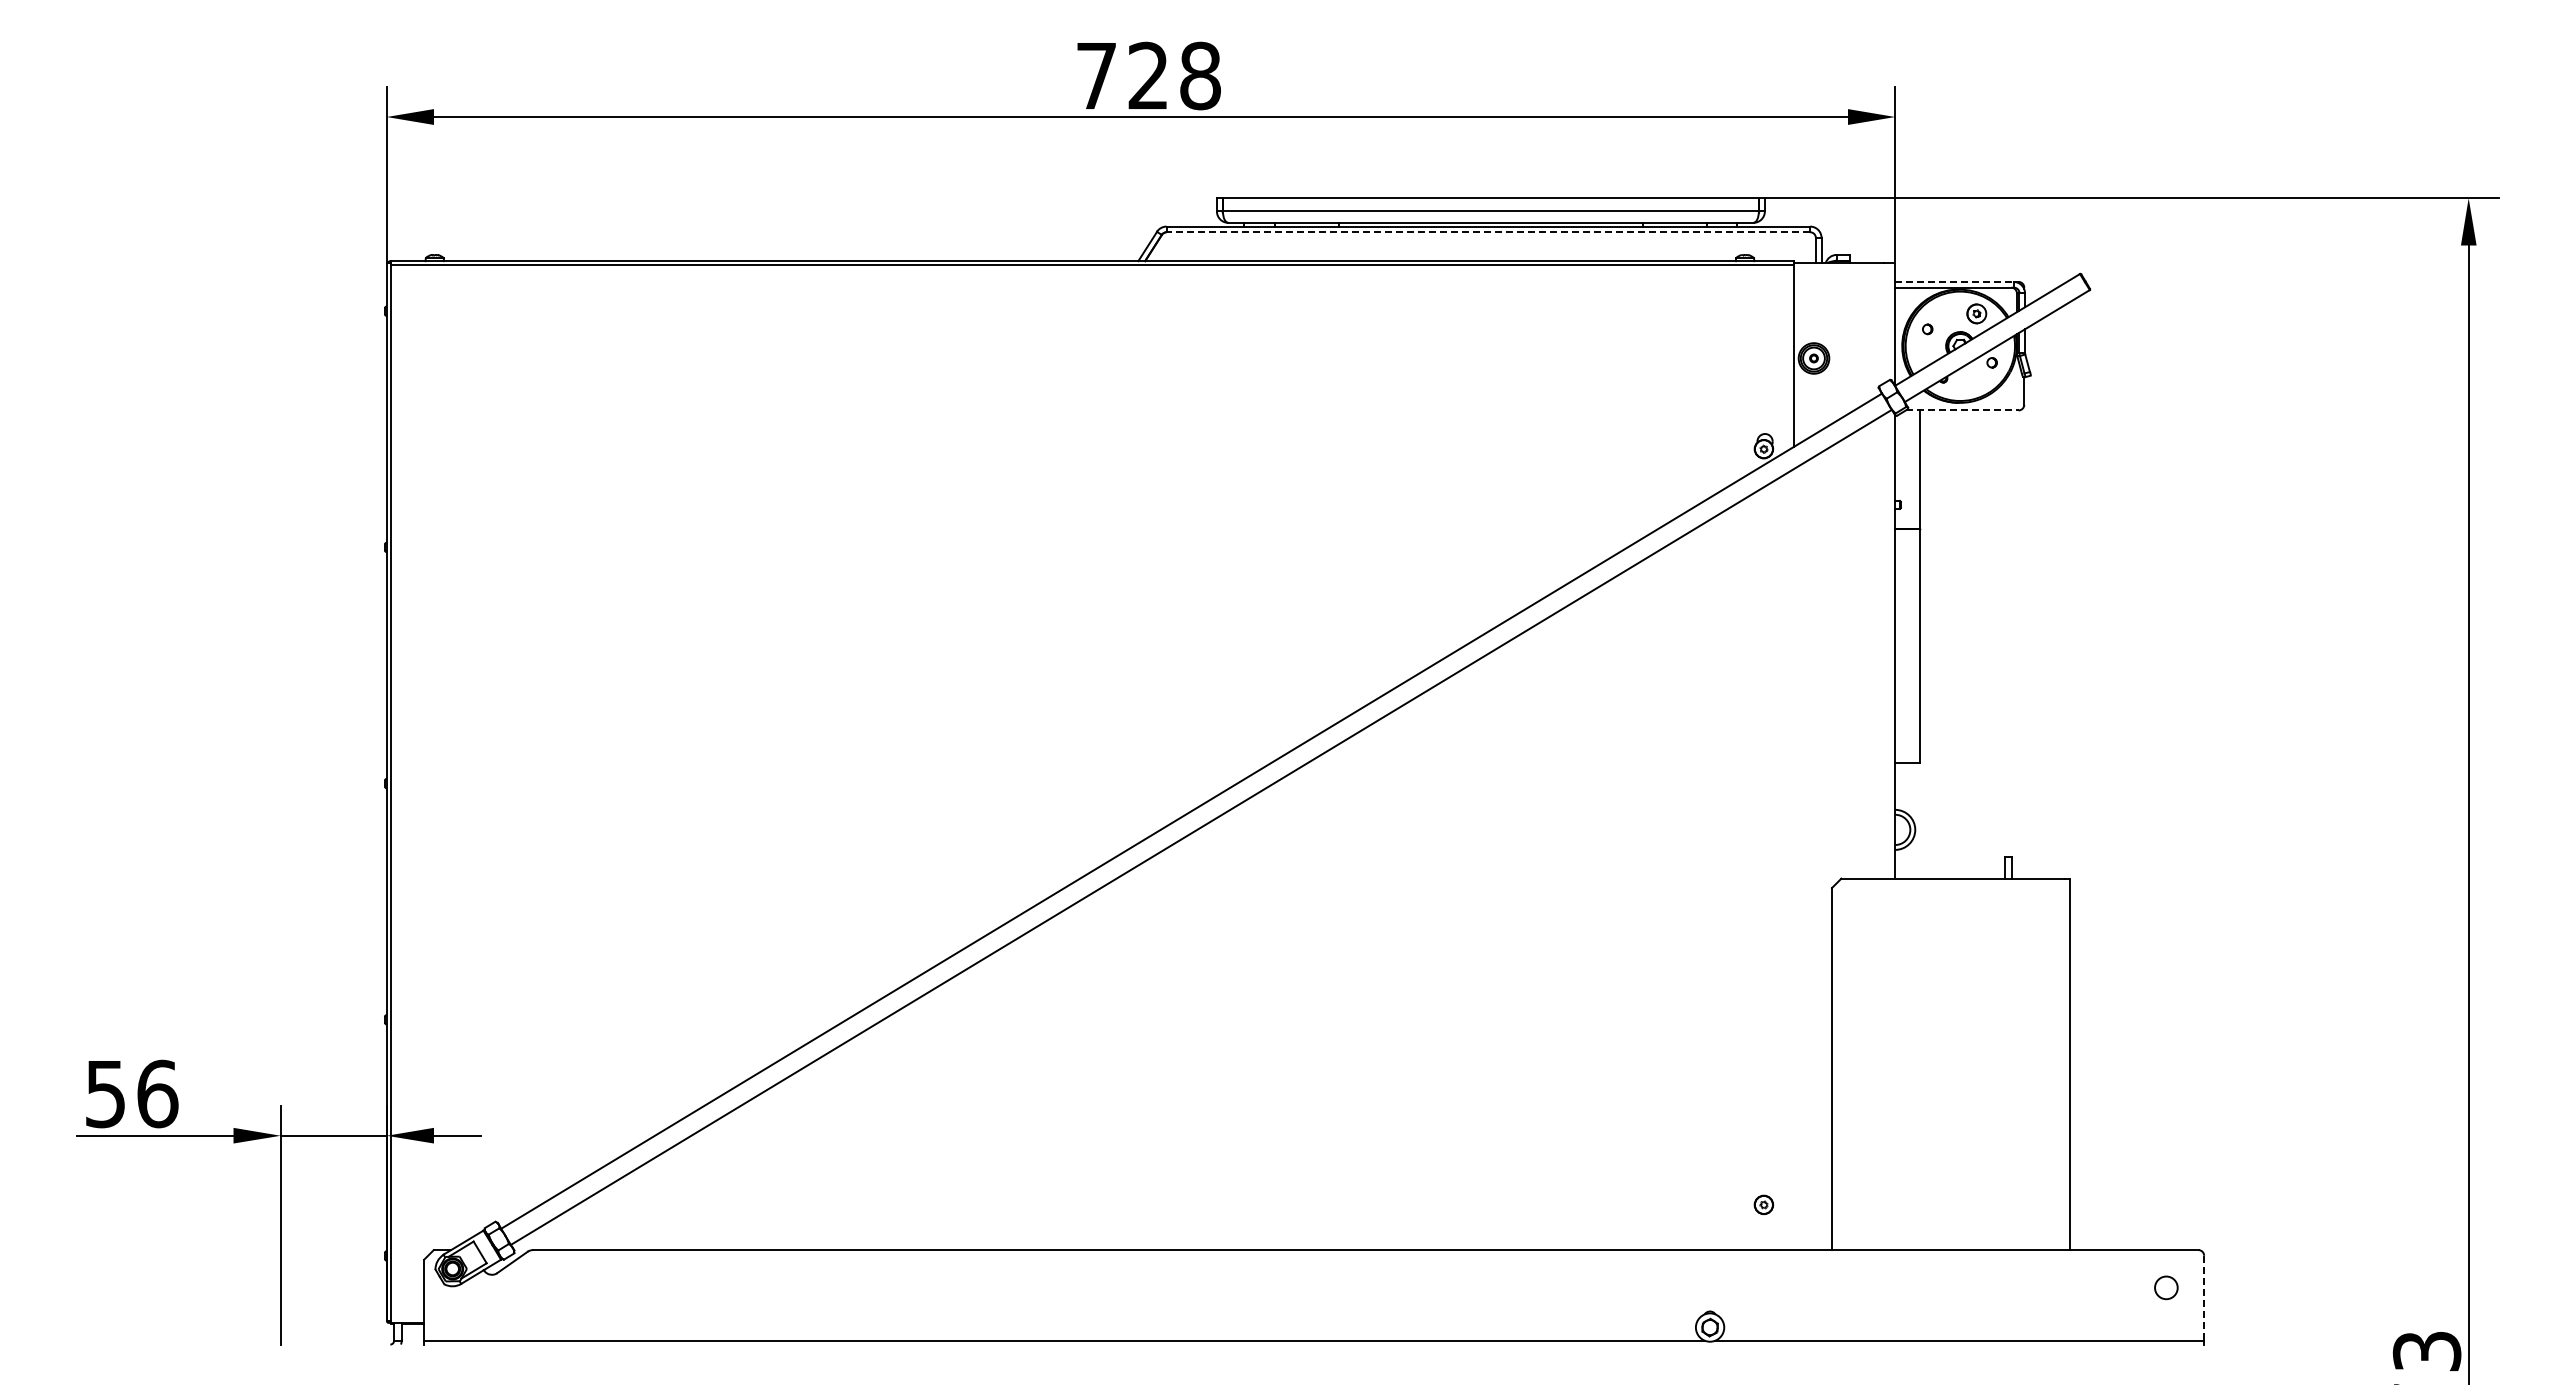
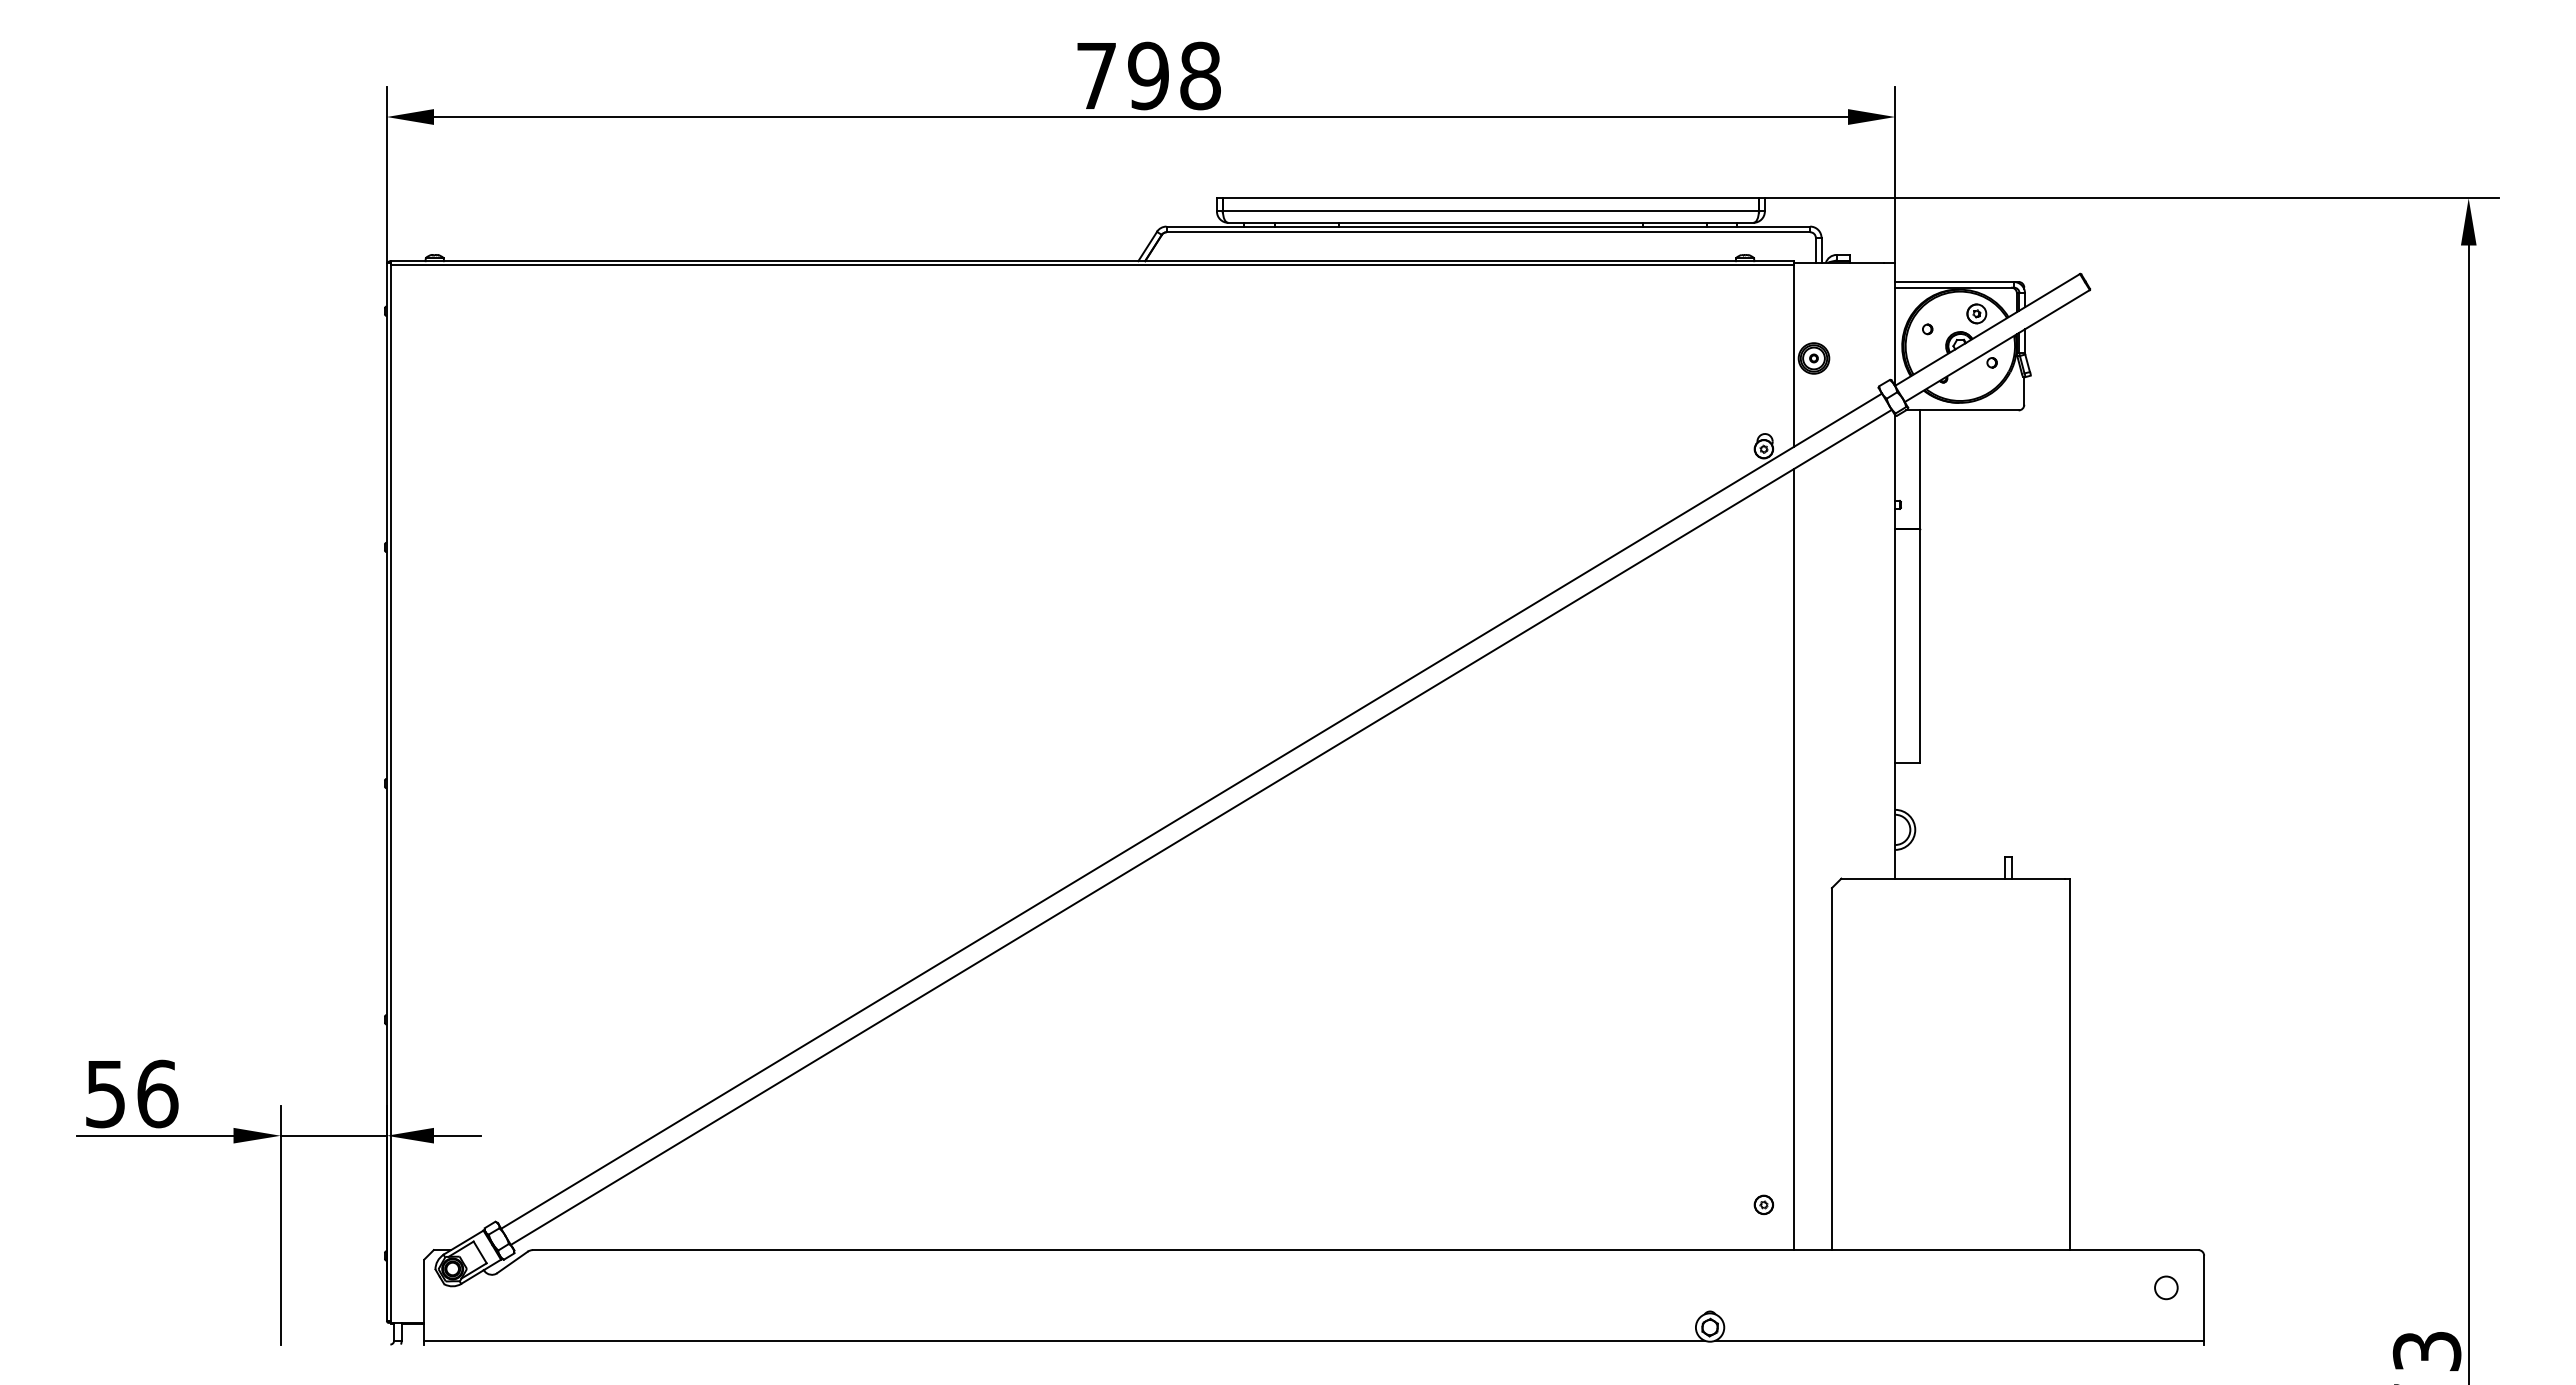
text at (1148, 75): 728 -> 798
line at (1488, 232): dashed -> solid
line at (1955, 281): dashed -> solid
line at (1962, 410): dashed -> solid
line at (1794, 859): none -> present
line at (2204, 1298): dashed -> solid
